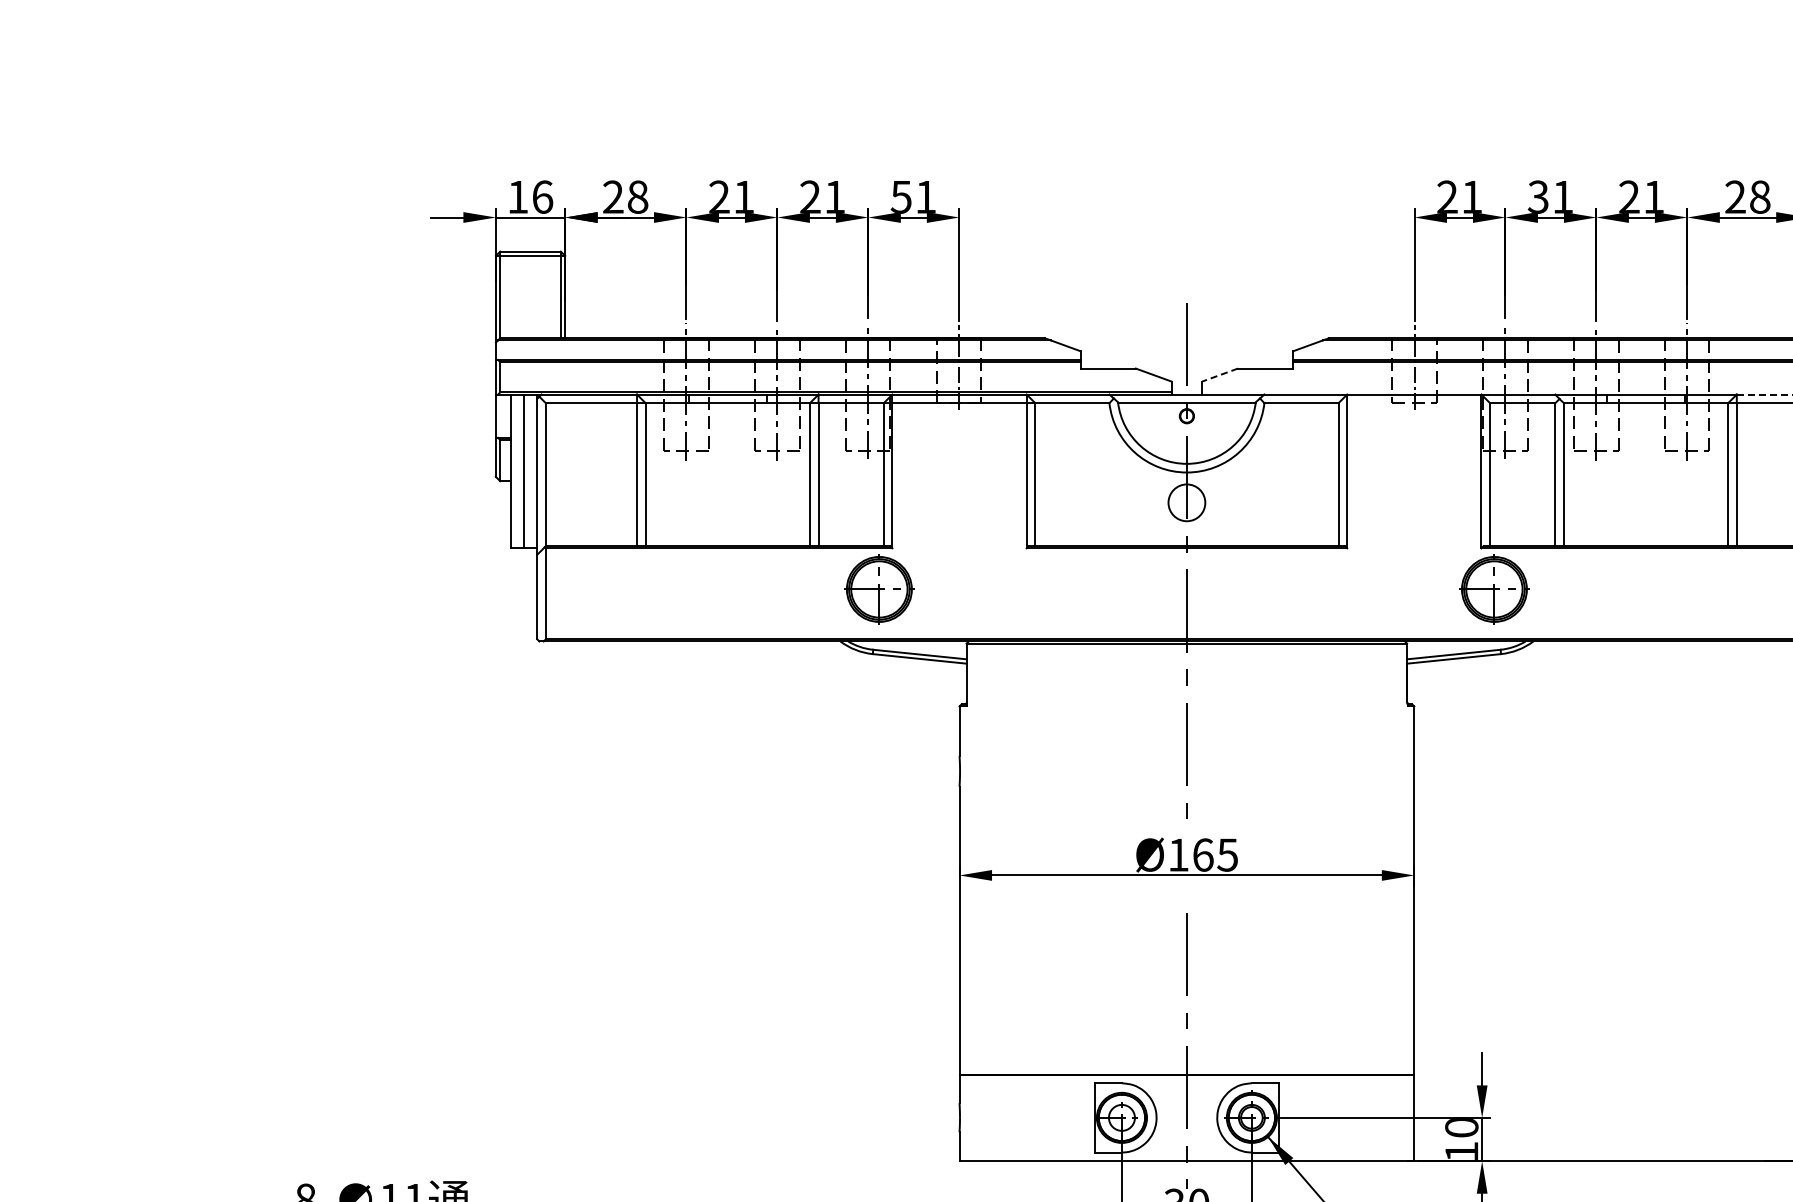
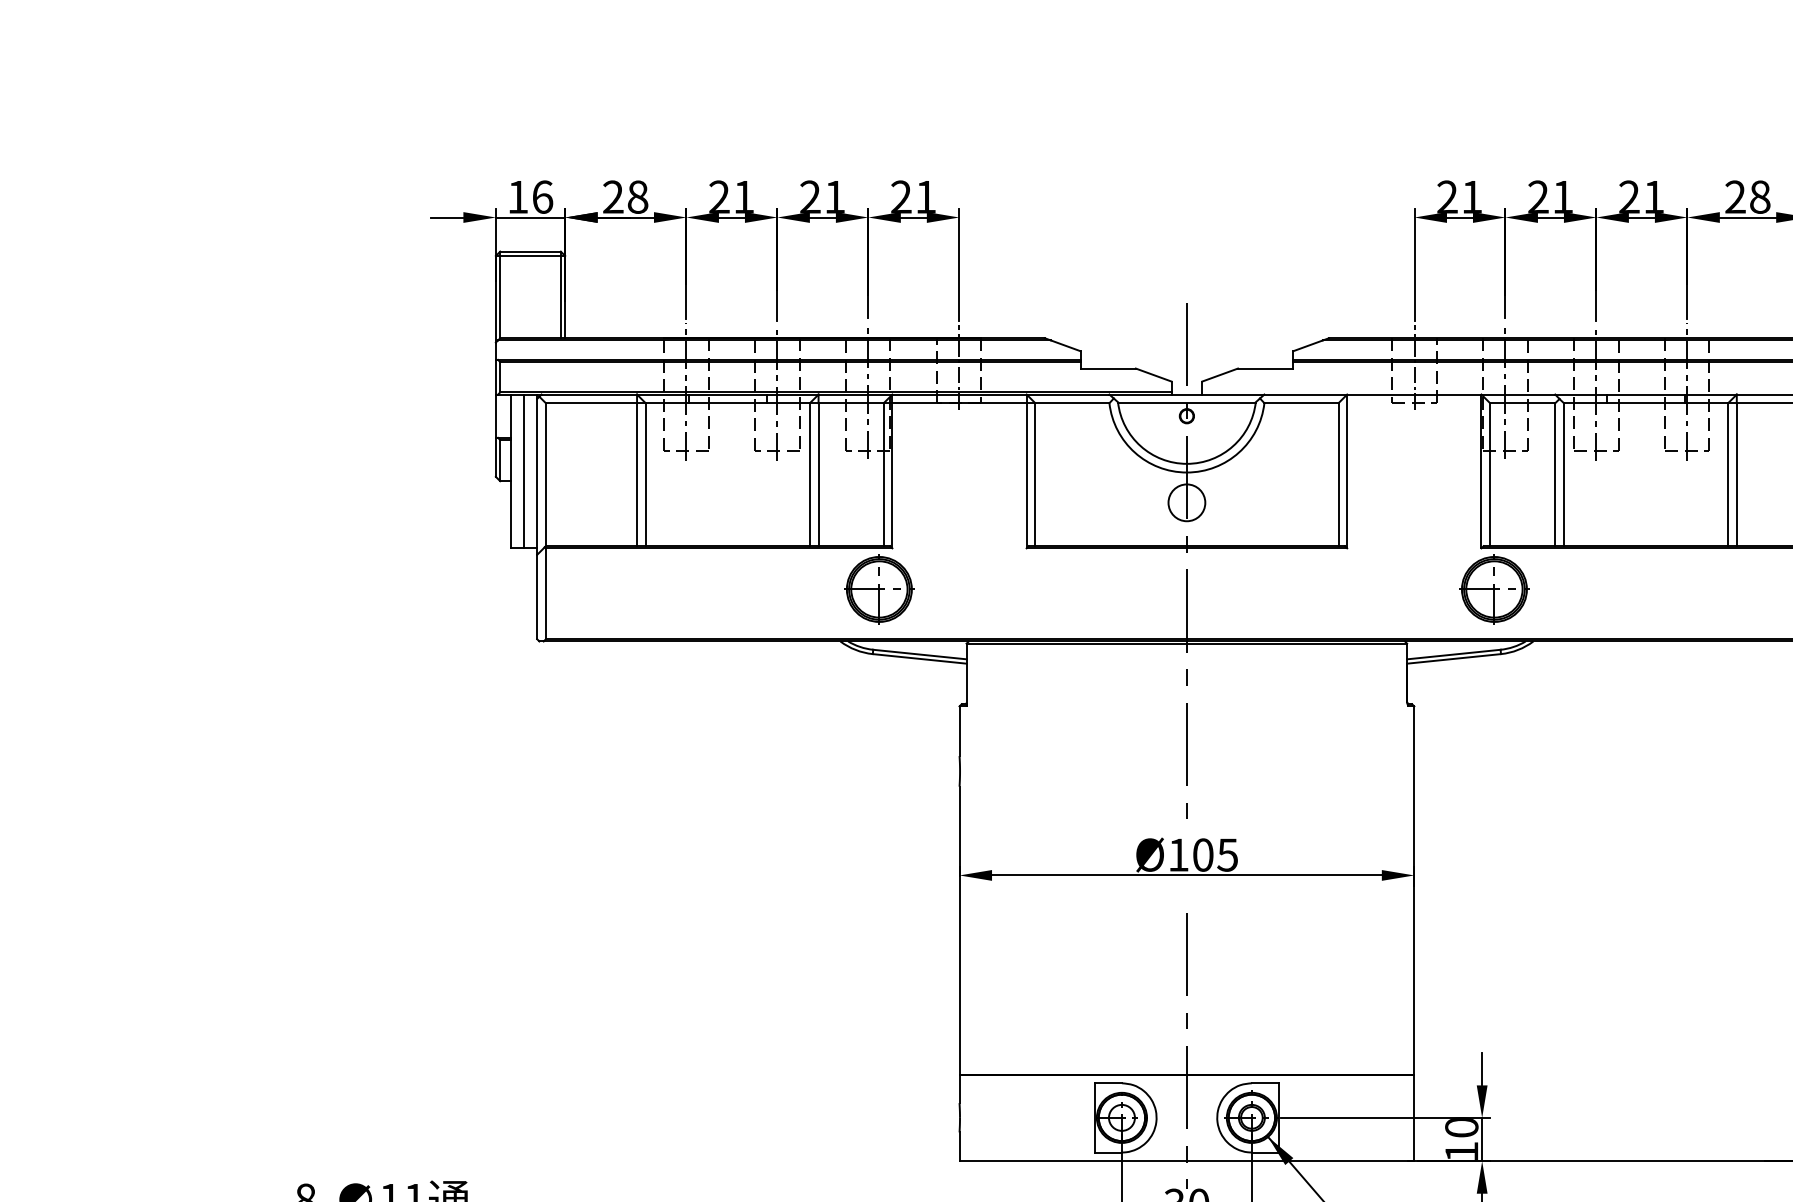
text at (900, 196): 51 -> 21
text at (1537, 197): 31 -> 21
line at (1220, 375): dashed -> solid
line at (1764, 394): dashed -> solid
text at (1203, 854): Ø165 -> Ø105
